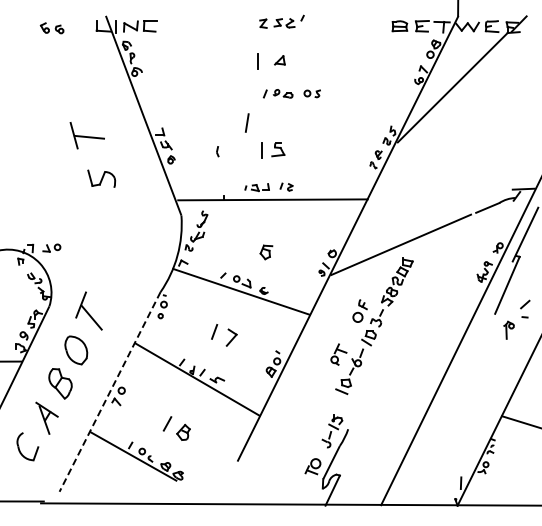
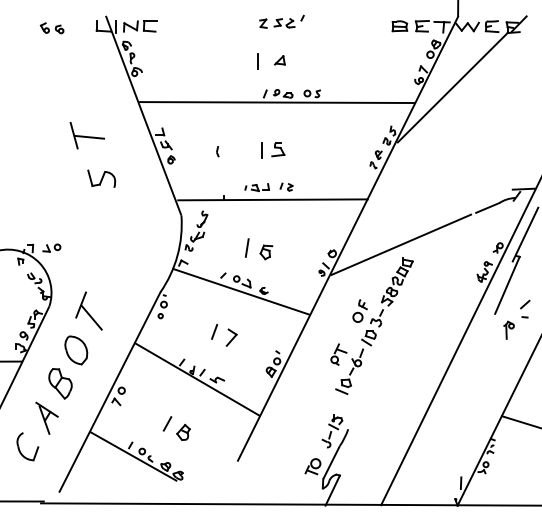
line at (276, 102): none -> present
line at (246, 122) position: (246, 122) -> (246, 247)
line at (110, 391): dashed -> solid
